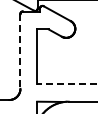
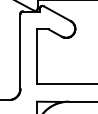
line at (20, 51): dashed -> solid
line at (67, 83): dashed -> solid
